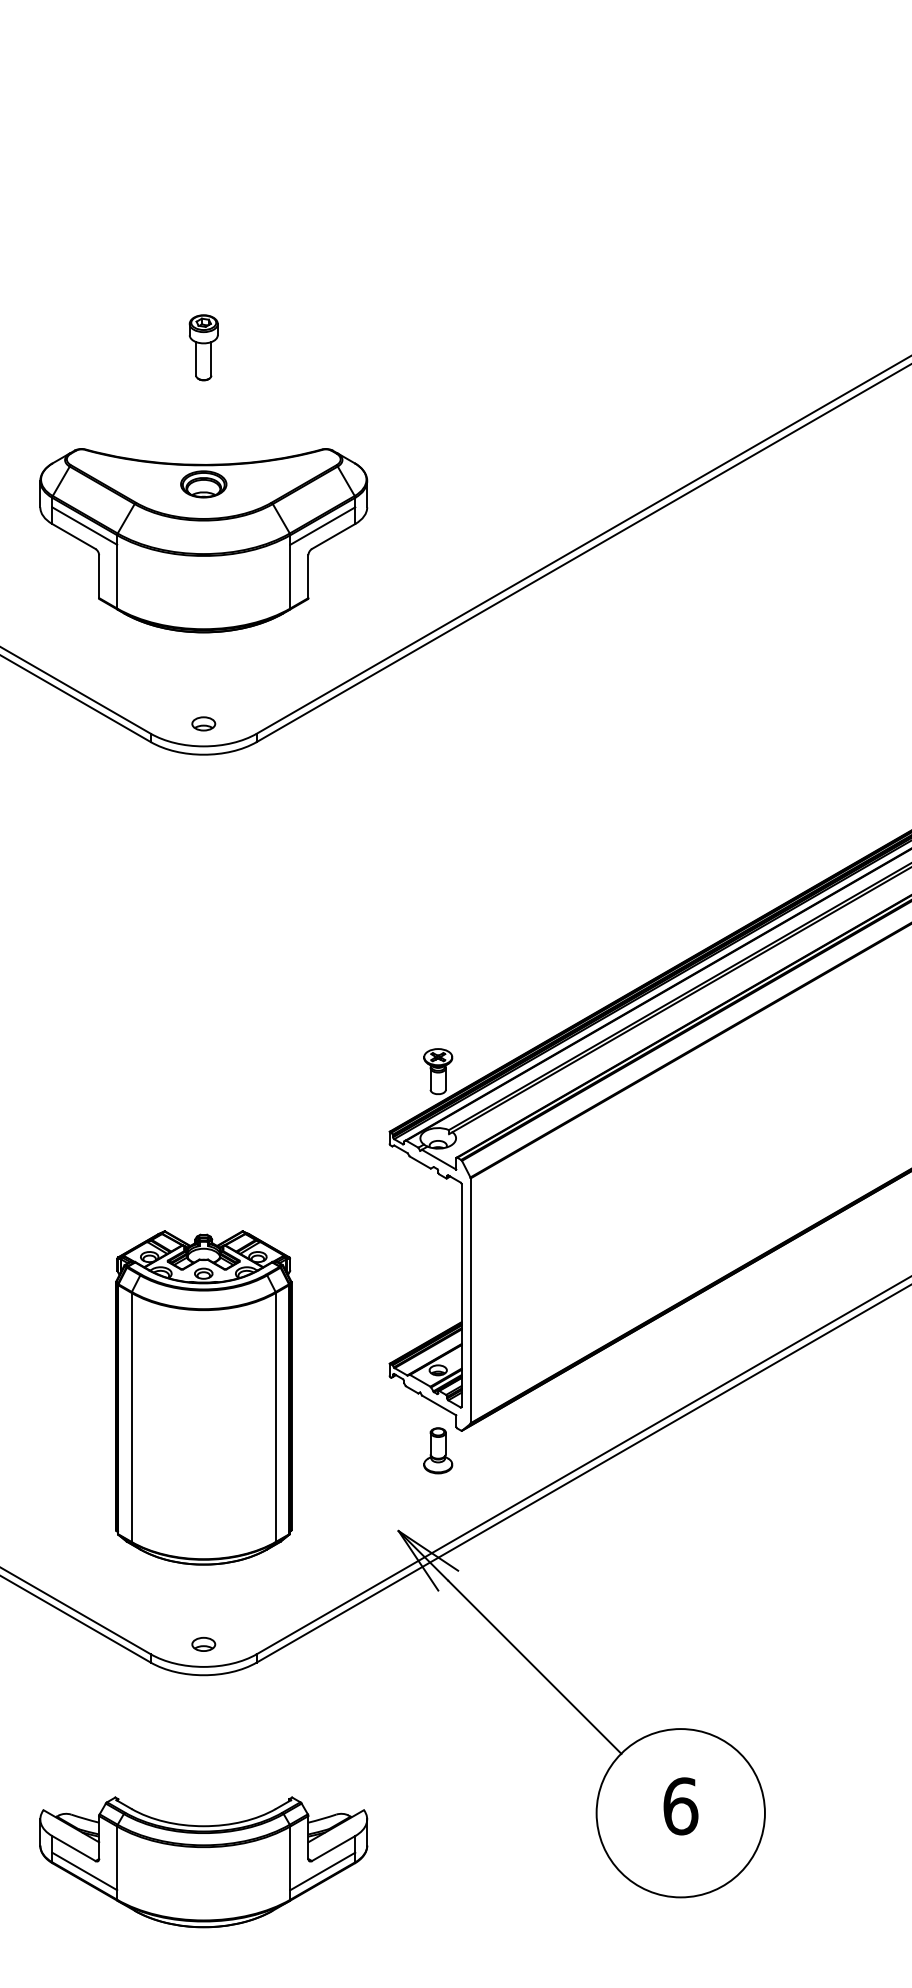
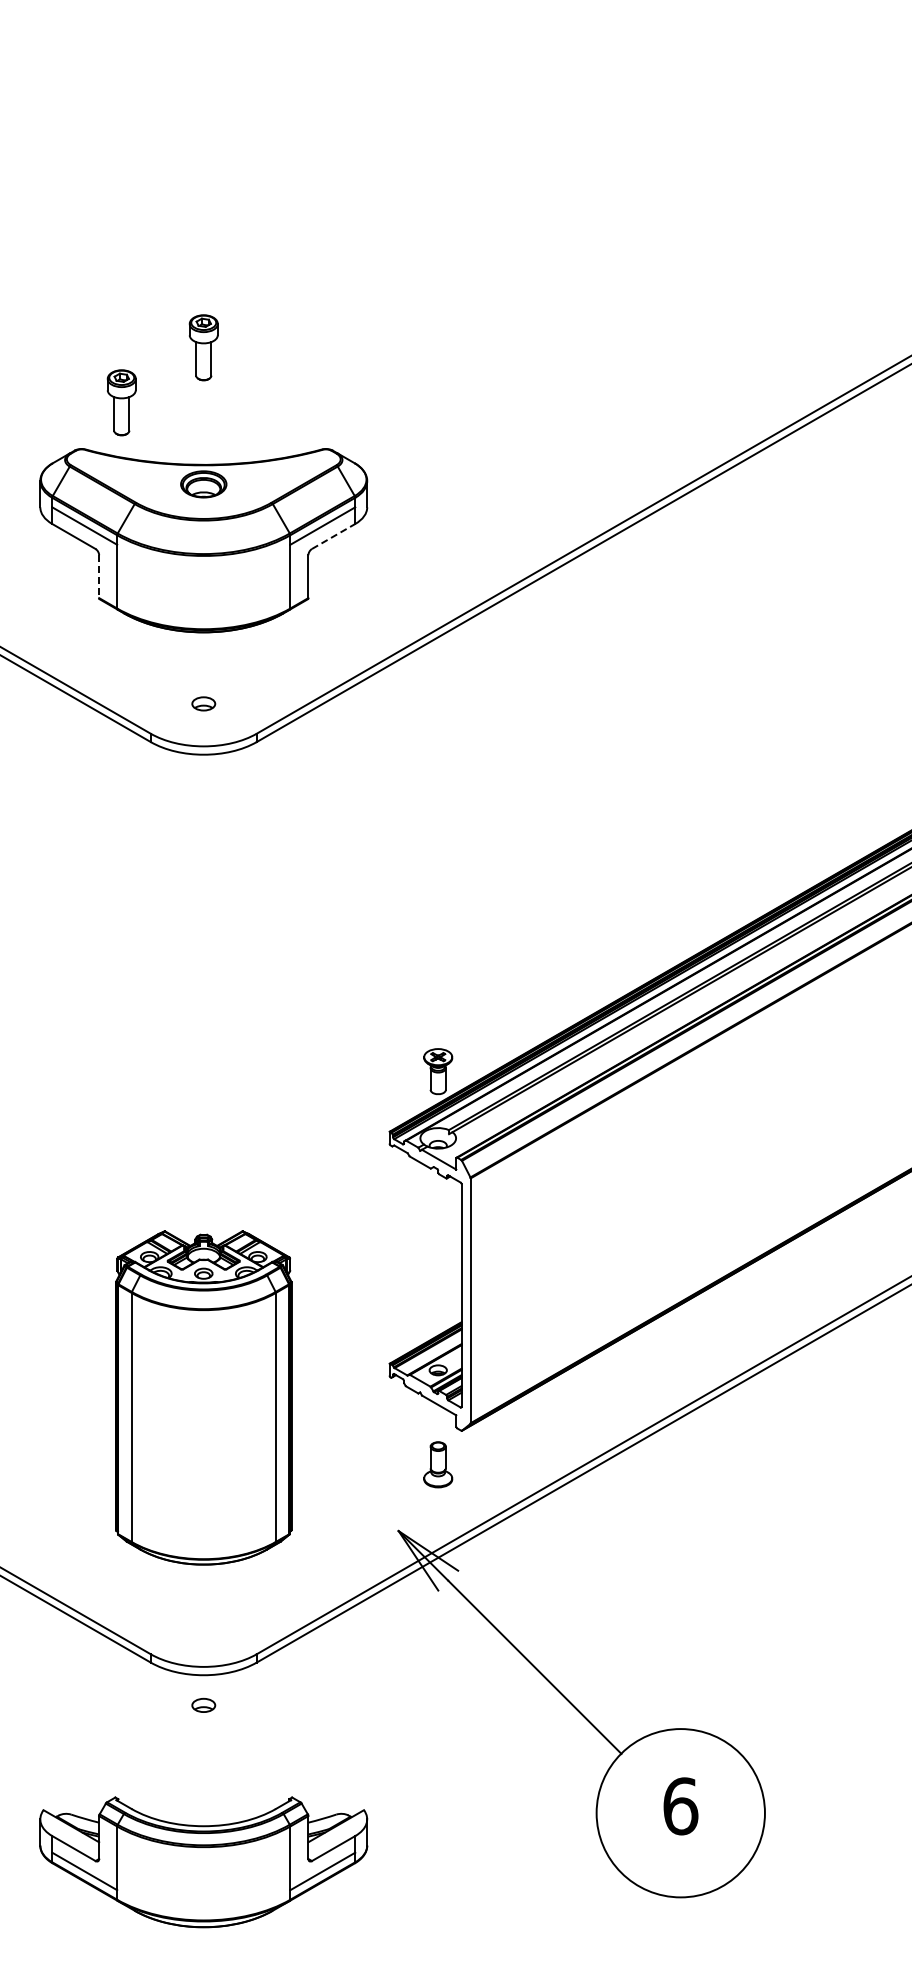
part at (121, 402): none -> present
line at (333, 536): solid -> dashed
line at (99, 577): solid -> dashed
part at (203, 723) position: (203, 723) -> (203, 703)
part at (438, 1450) position: (438, 1450) -> (438, 1464)
part at (203, 1643) position: (203, 1643) -> (203, 1704)
